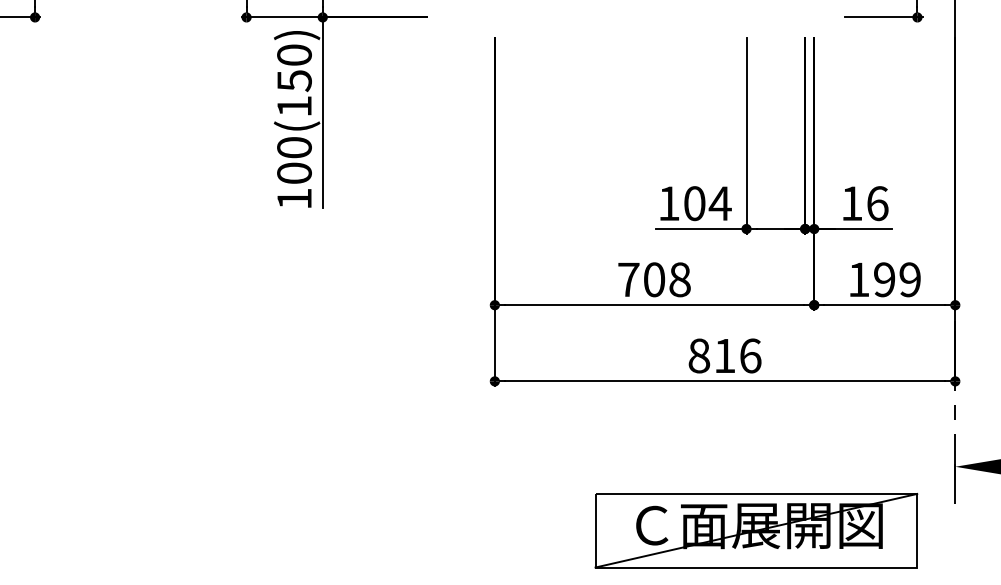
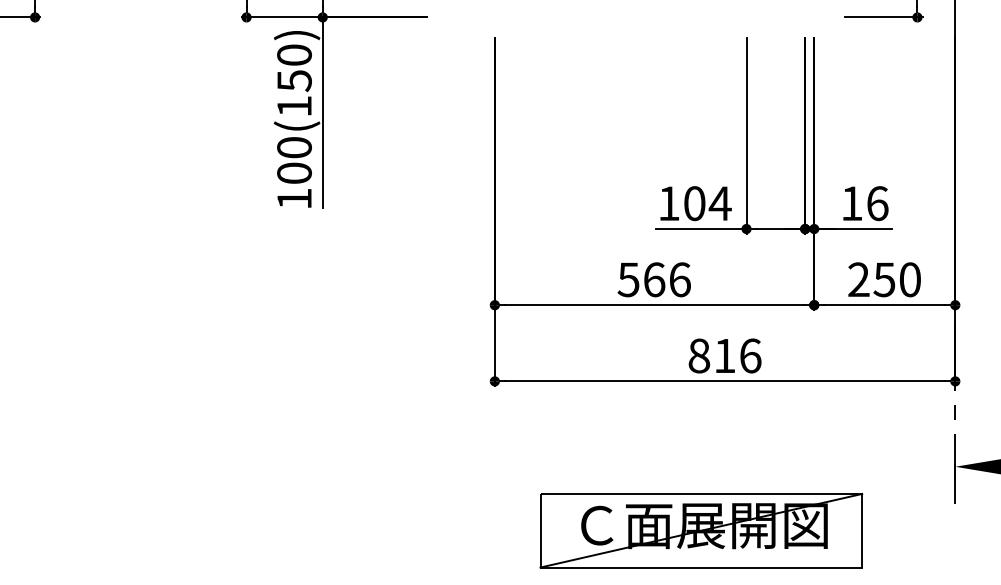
text at (653, 279): 708 -> 566
text at (884, 279): 199 -> 250
part at (756, 530) position: (756, 530) -> (701, 530)
